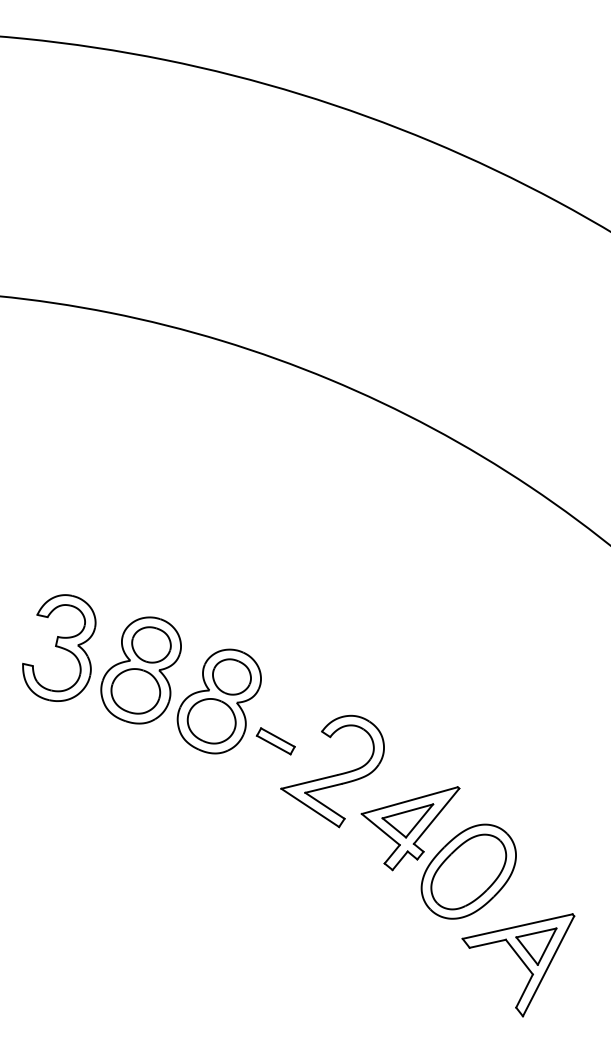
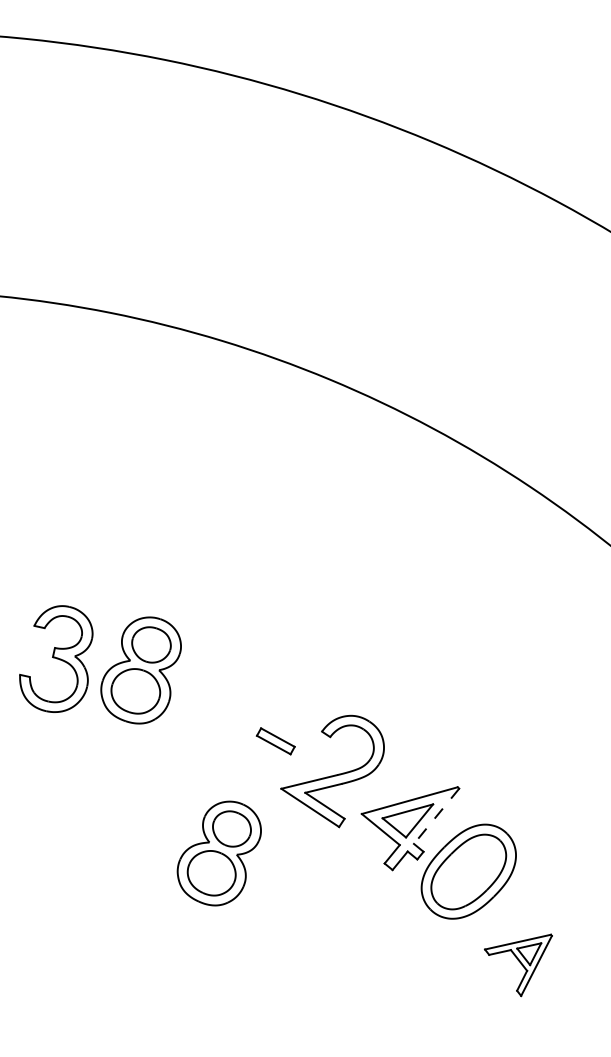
part at (59, 647) position: (59, 647) -> (56, 658)
part at (218, 701) position: (218, 701) -> (218, 853)
line at (436, 816): solid -> dashed
part at (518, 965) size: 115x105 px -> 69x65 px
